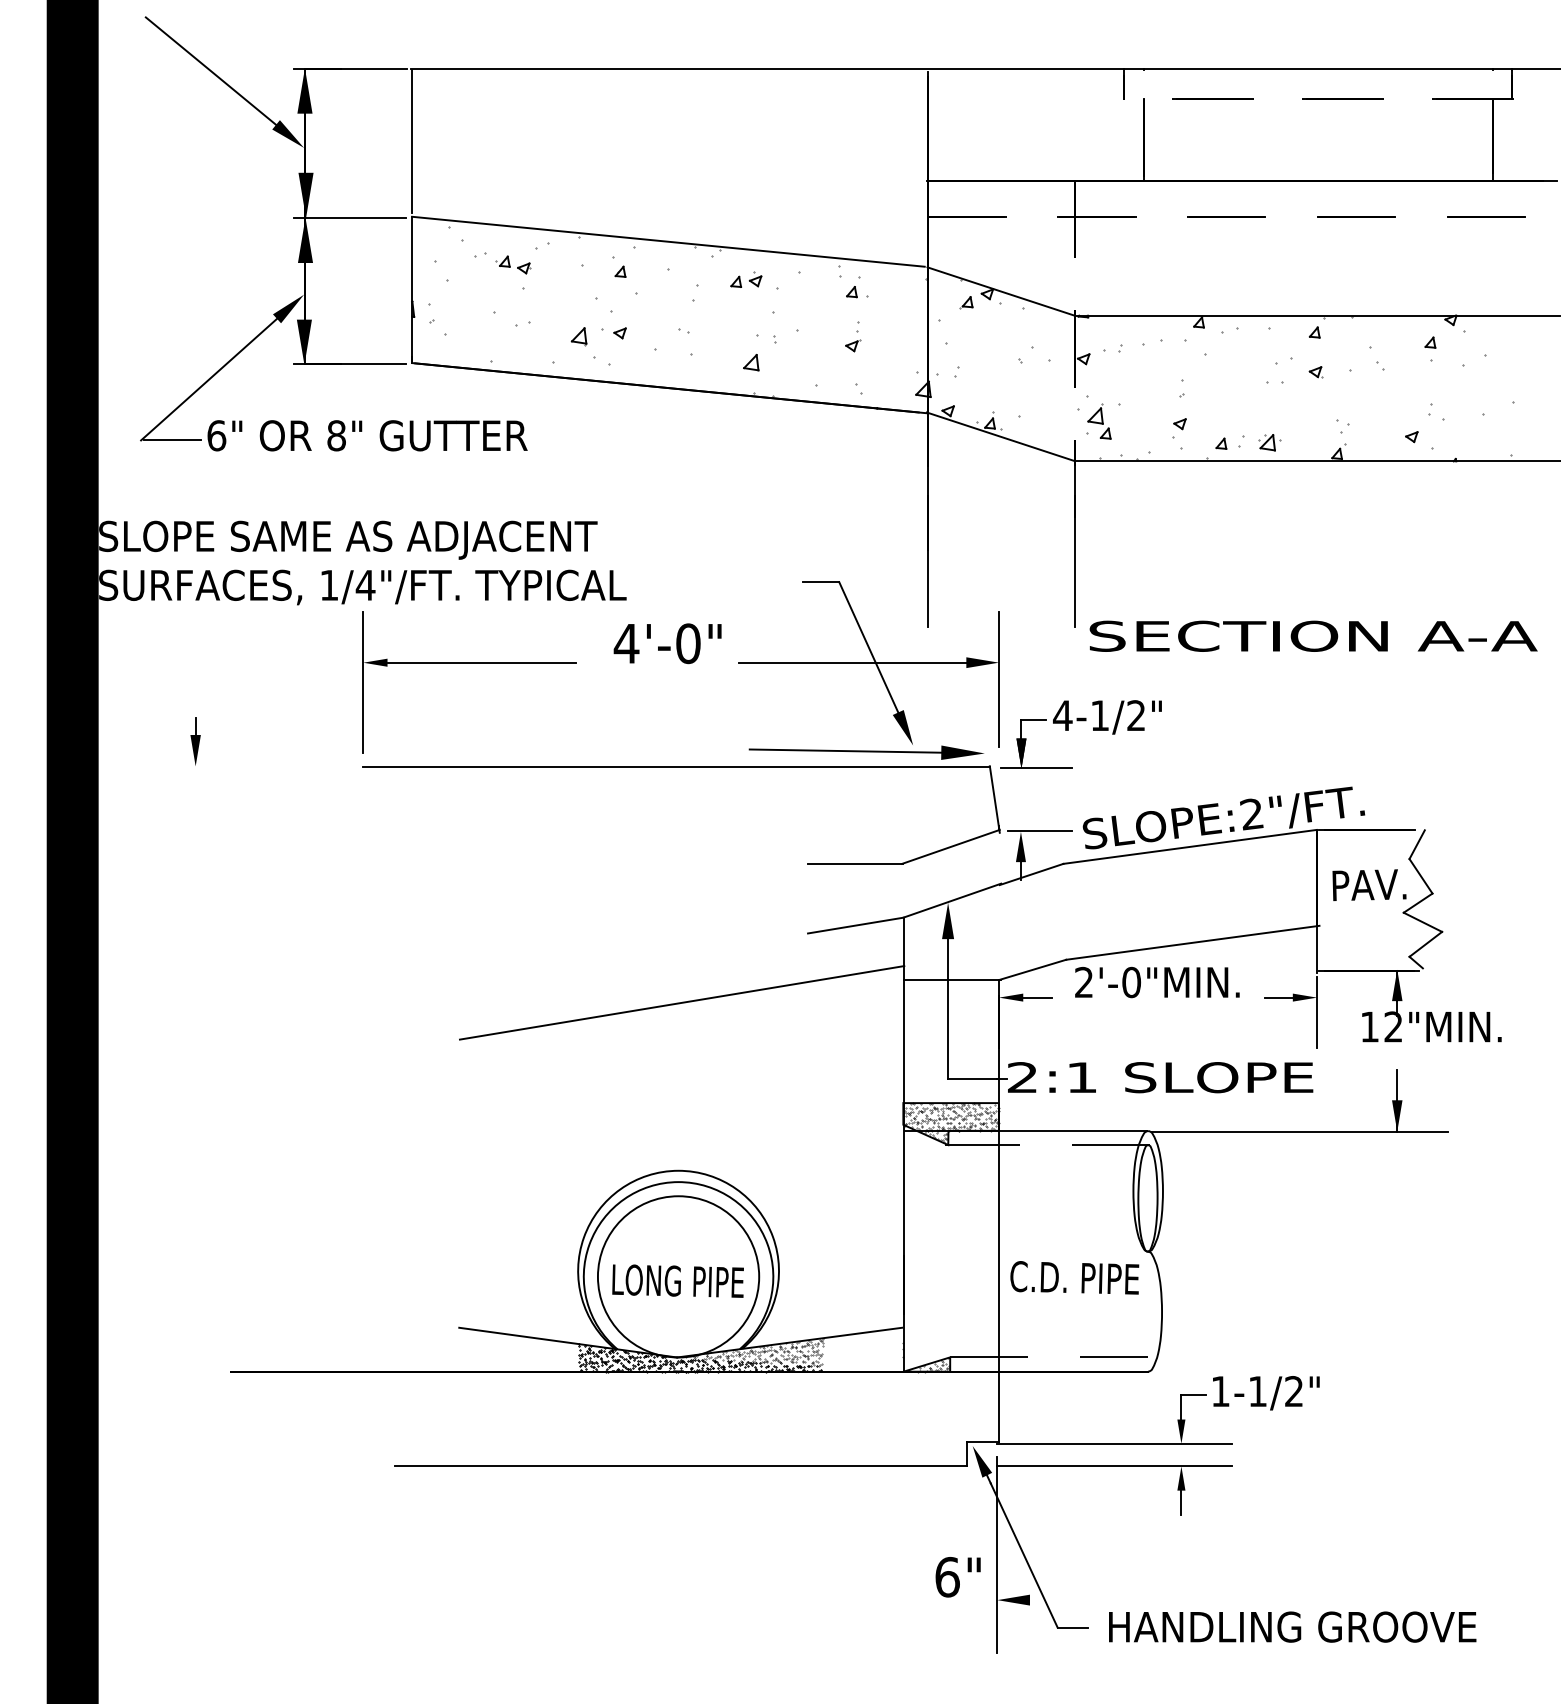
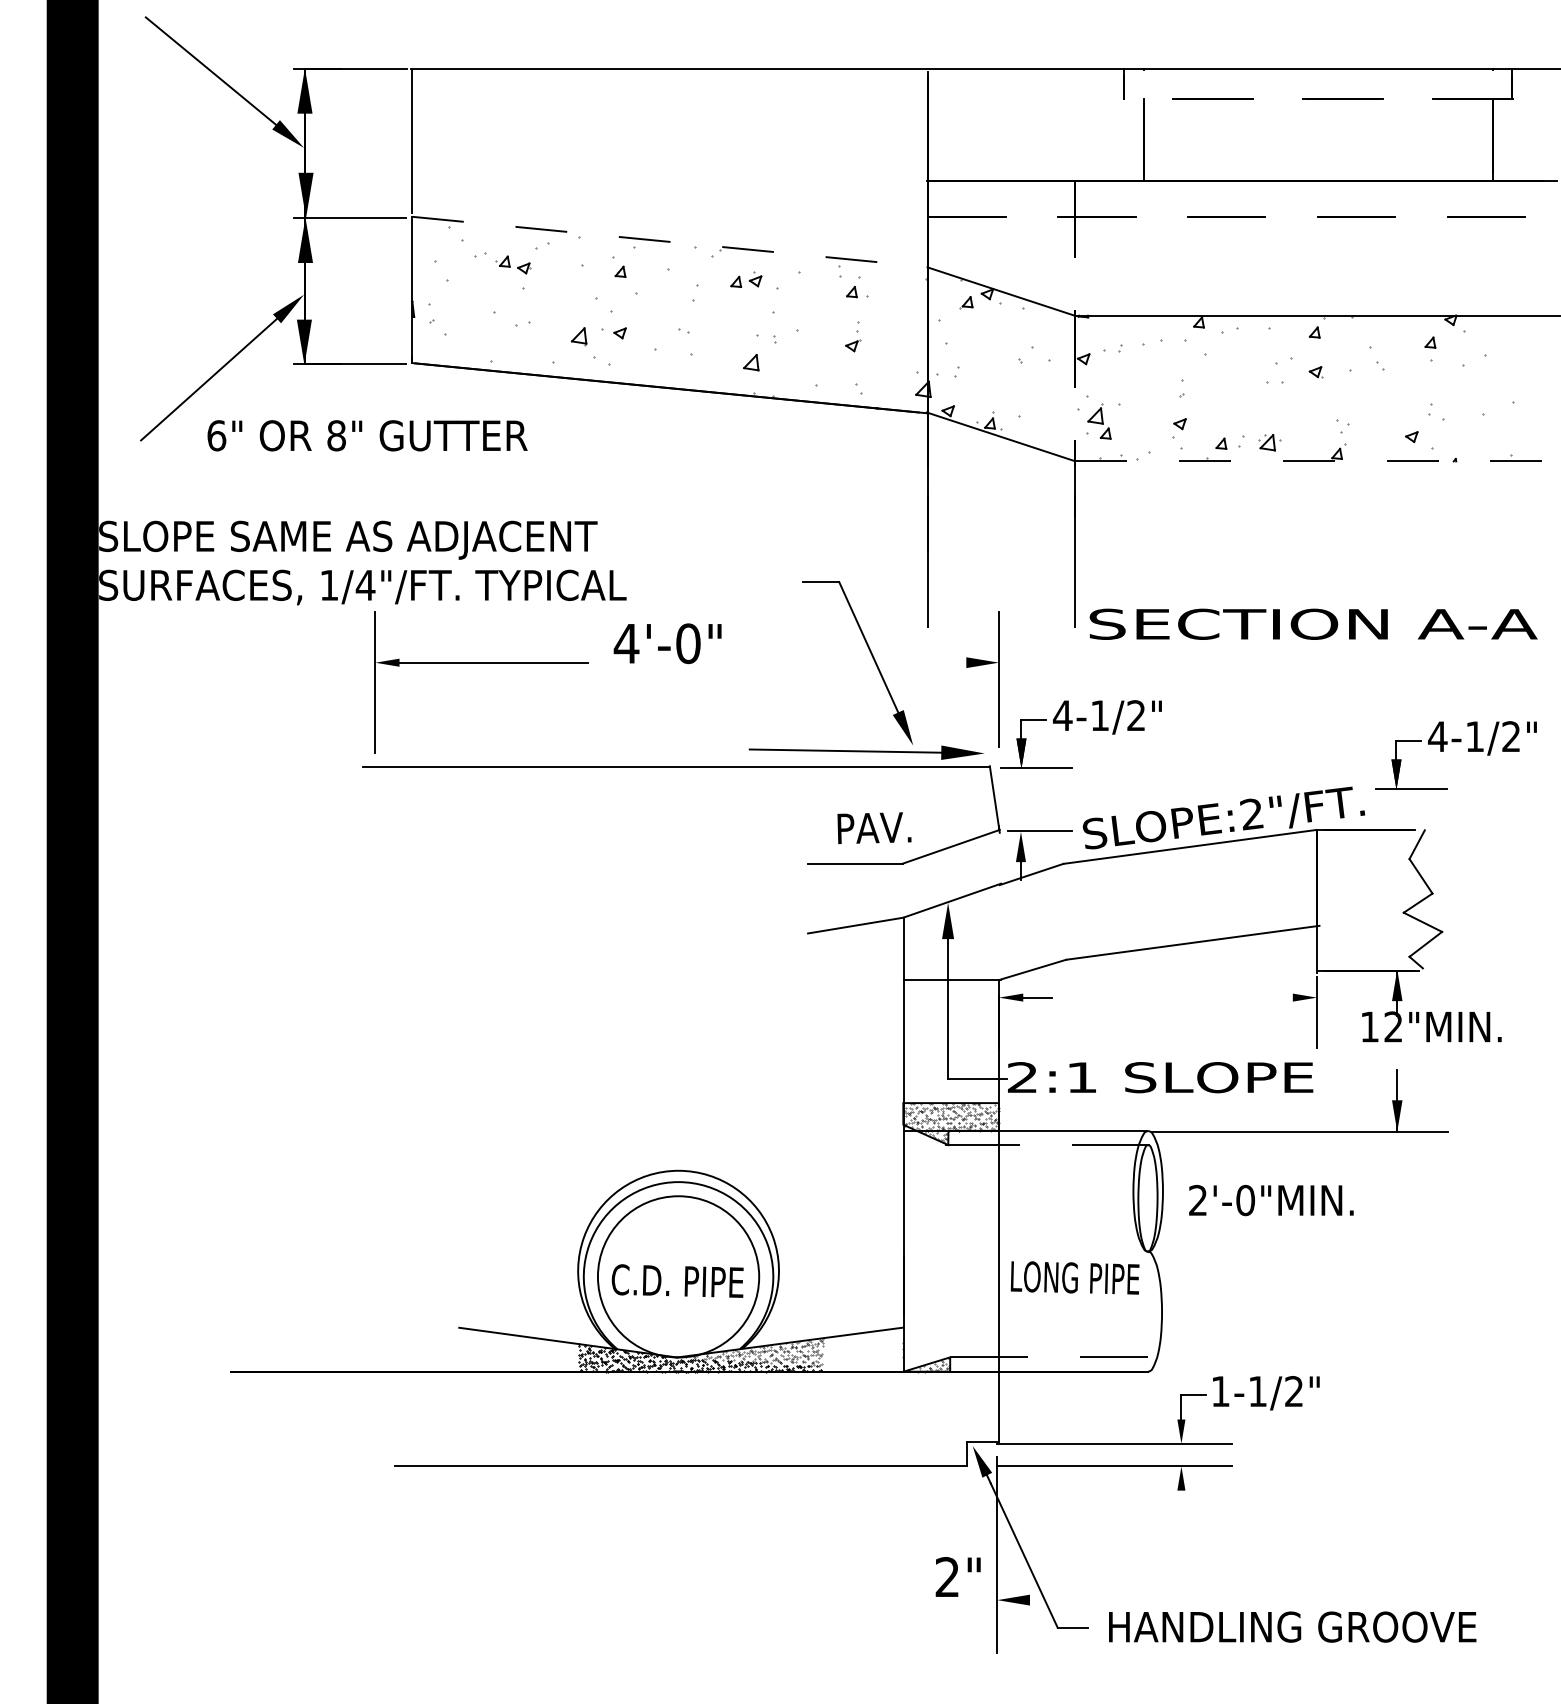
line at (668, 241): solid -> dashed
line at (172, 440): present -> none
line at (1317, 461): solid -> dashed
text at (1313, 635) position: (1313, 635) -> (1313, 623)
line at (856, 662): present -> none
part at (469, 663) position: (469, 663) -> (481, 663)
part at (195, 741): present -> none
part at (1443, 751): none -> present
text at (1369, 884) position: (1369, 884) -> (874, 827)
text at (1157, 982) position: (1157, 982) -> (1271, 1200)
line at (1278, 997): present -> none
line at (681, 1002): present -> none
text at (1074, 1277): C.D. PIPE -> LONG PIPE
text at (677, 1280): LONG PIPE -> C.D. PIPE
line at (1181, 1502): present -> none
text at (947, 1577): 6" -> 2"
